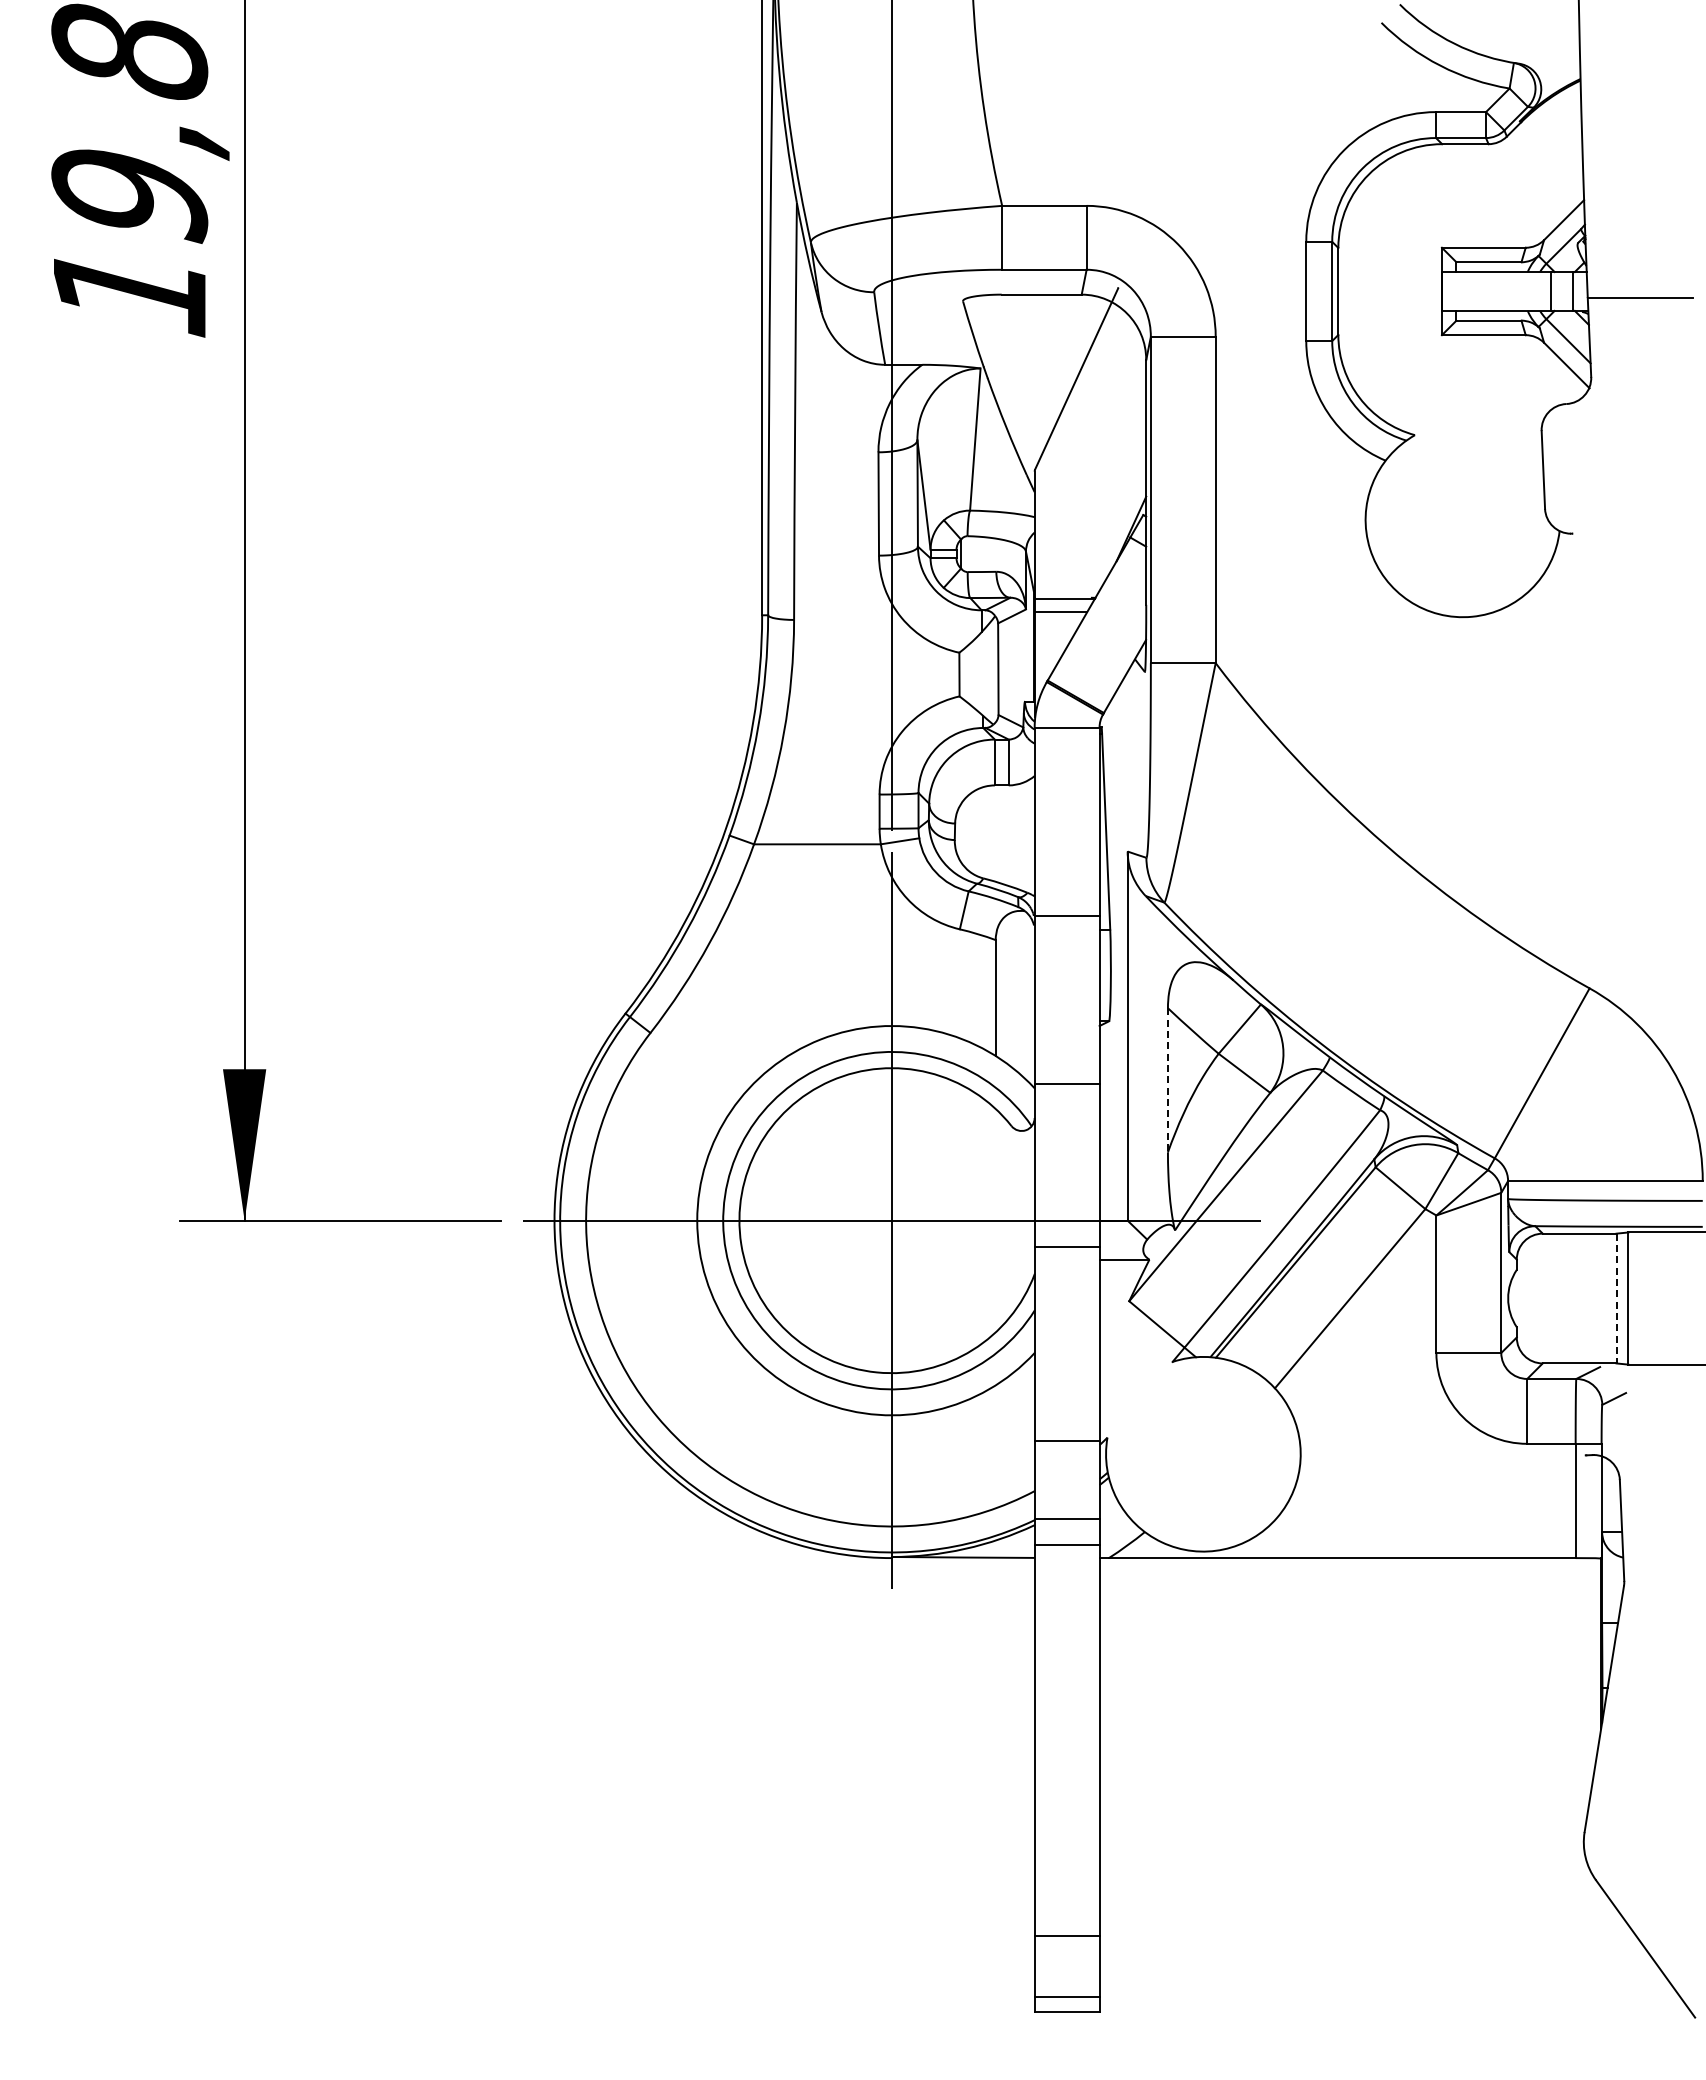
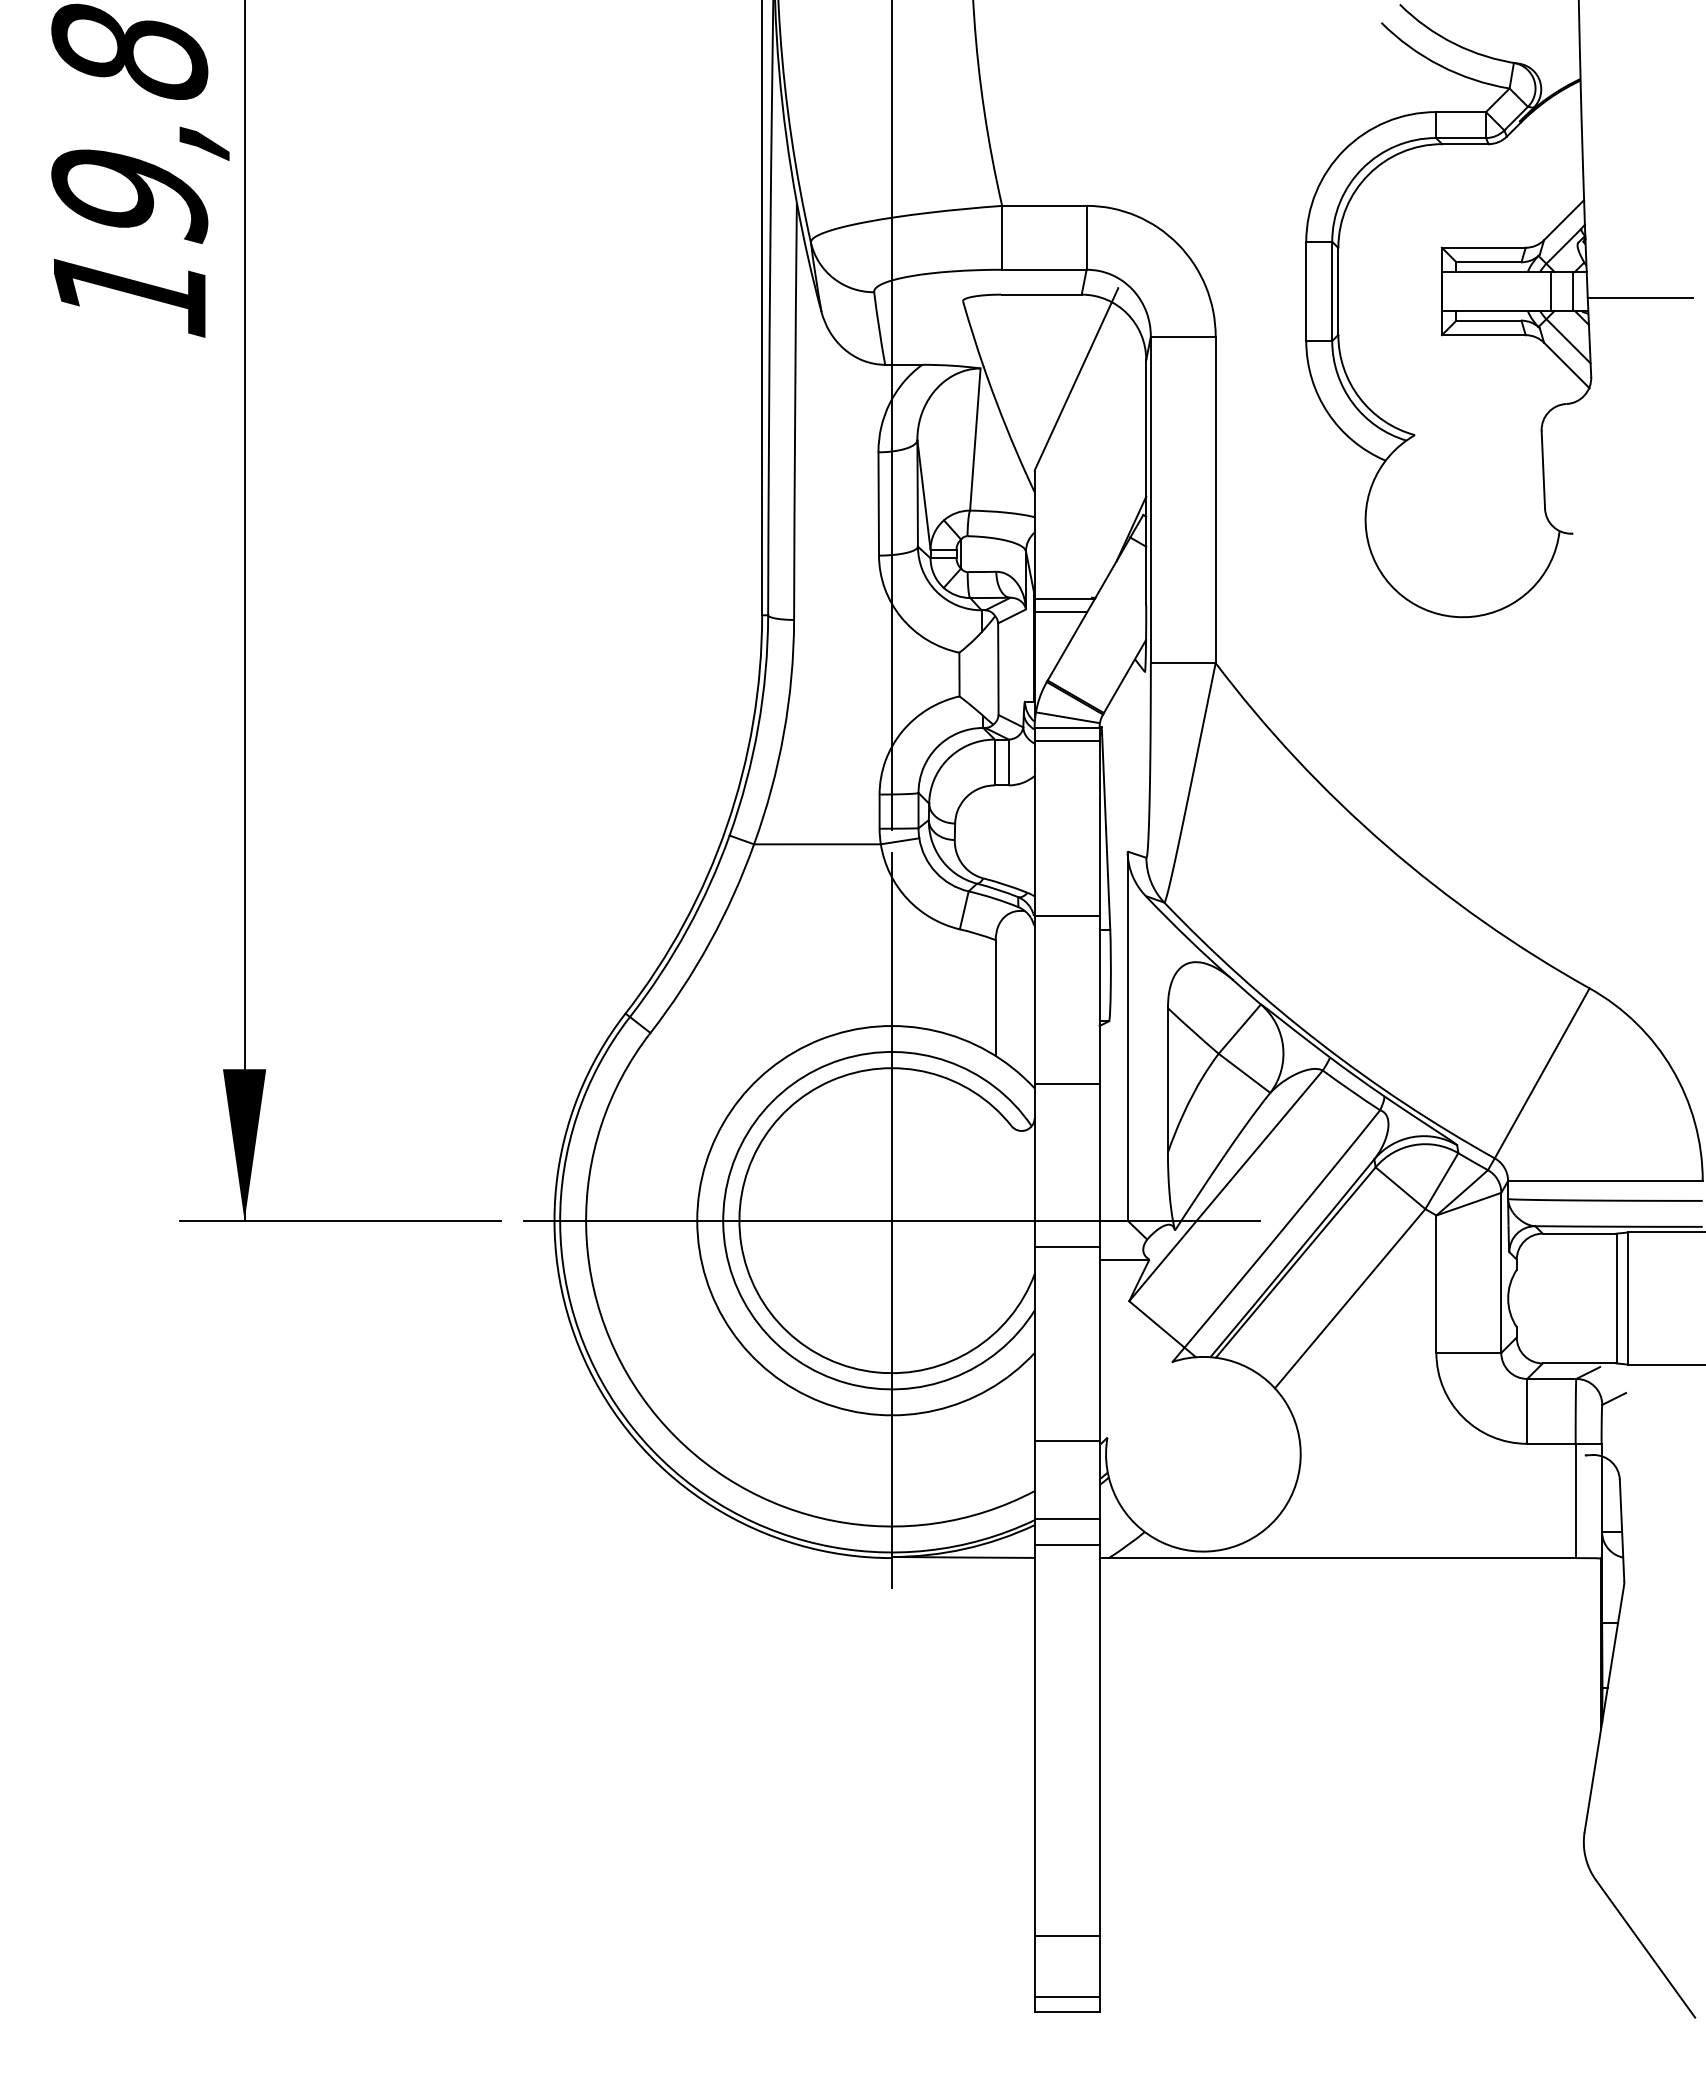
line at (1067, 717): none -> present
line at (1066, 740): none -> present
line at (1167, 1080): dashed -> solid
line at (1616, 1298): dashed -> solid
